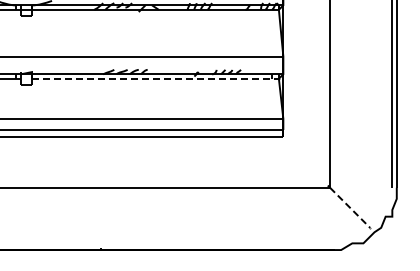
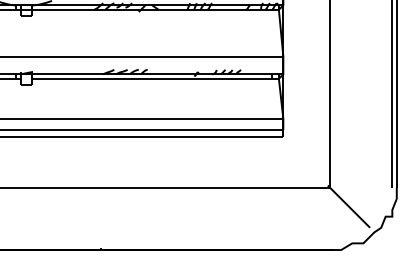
line at (155, 78): dashed -> solid
line at (350, 208): dashed -> solid
